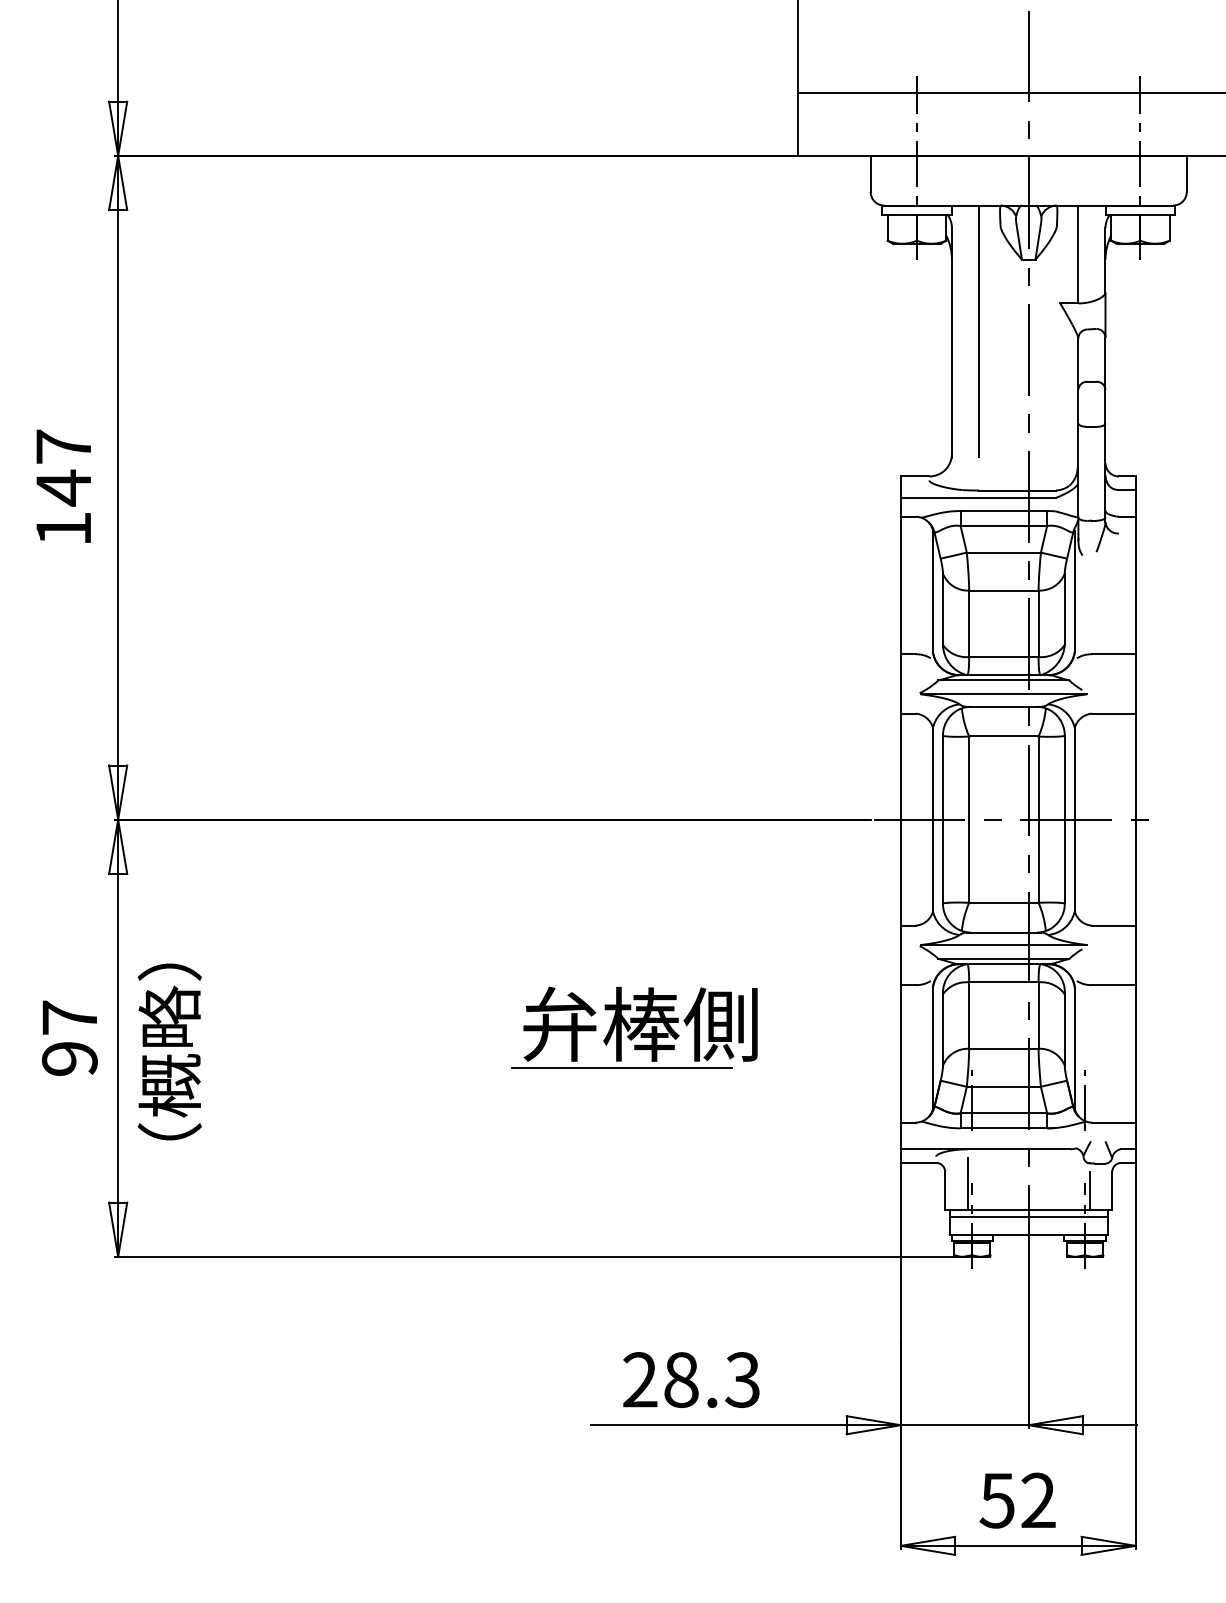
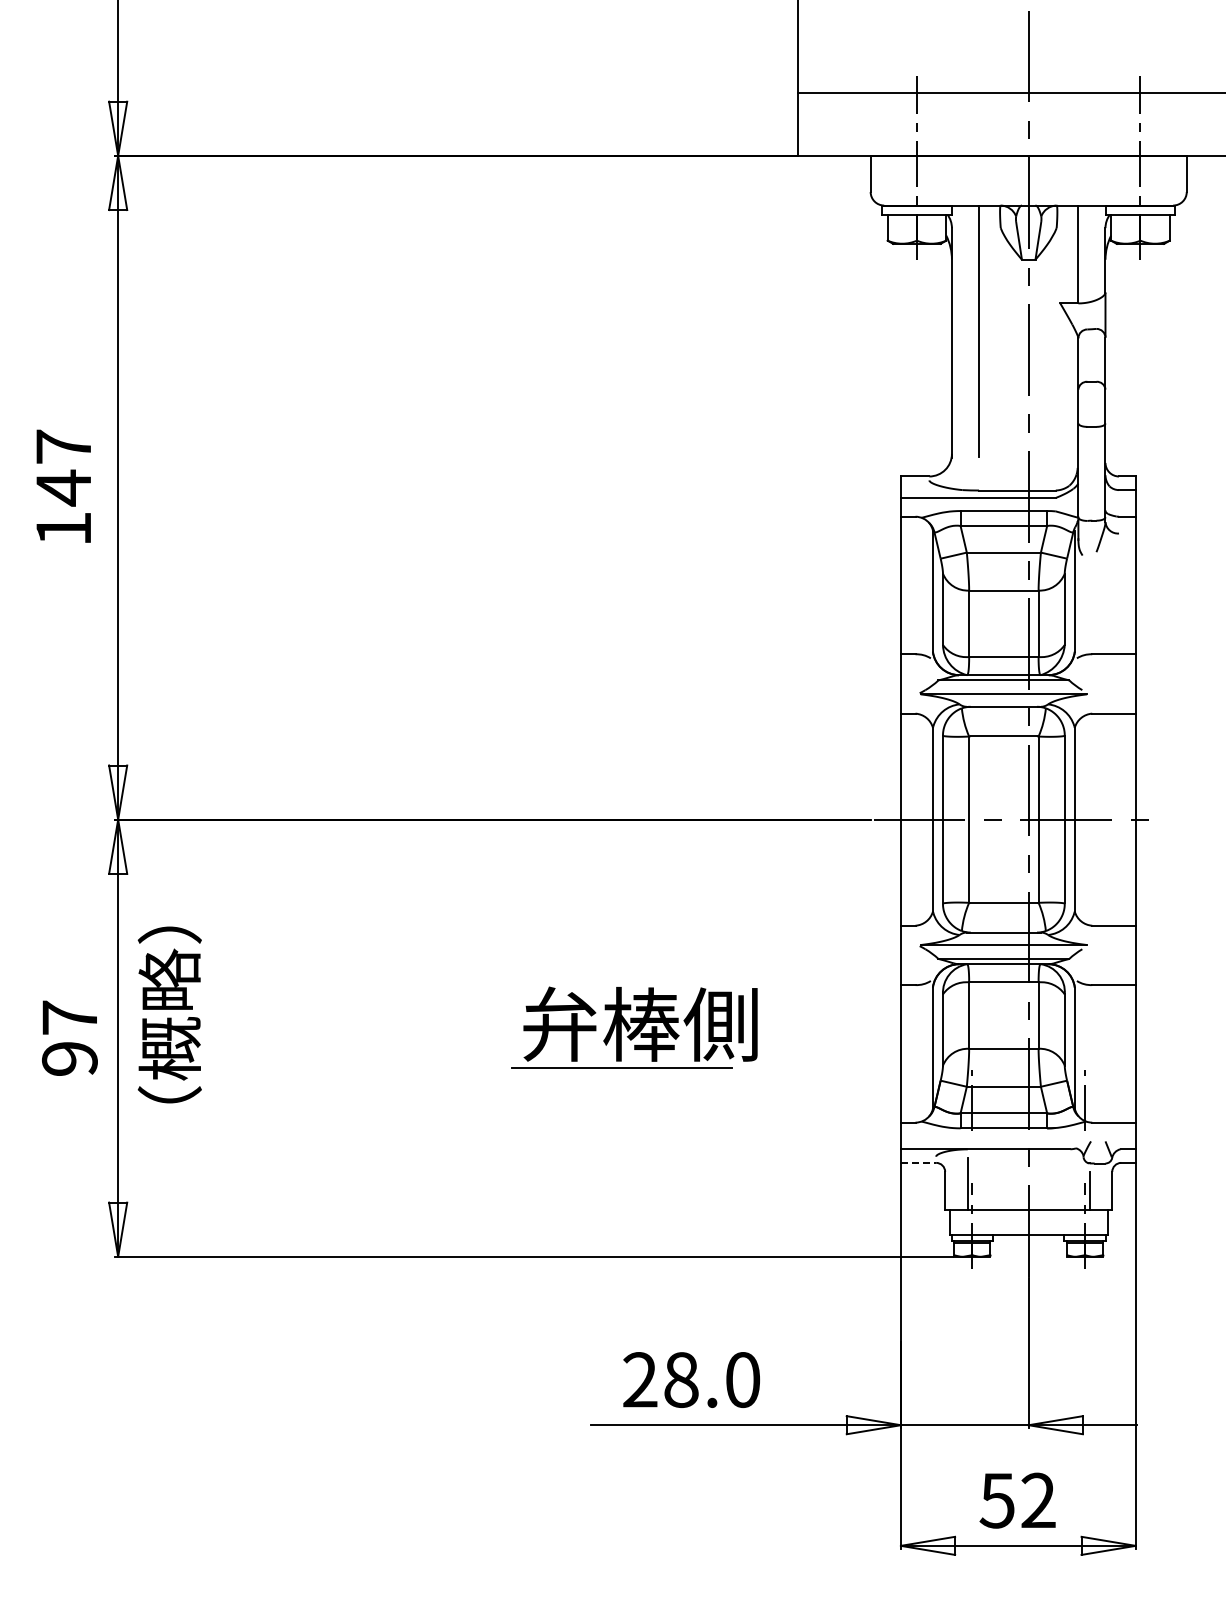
text at (169, 1051) position: (169, 1051) -> (169, 1014)
line at (918, 1162): solid -> dashed
line at (1028, 1217): present -> none
text at (742, 1379): 28.3 -> 28.0
